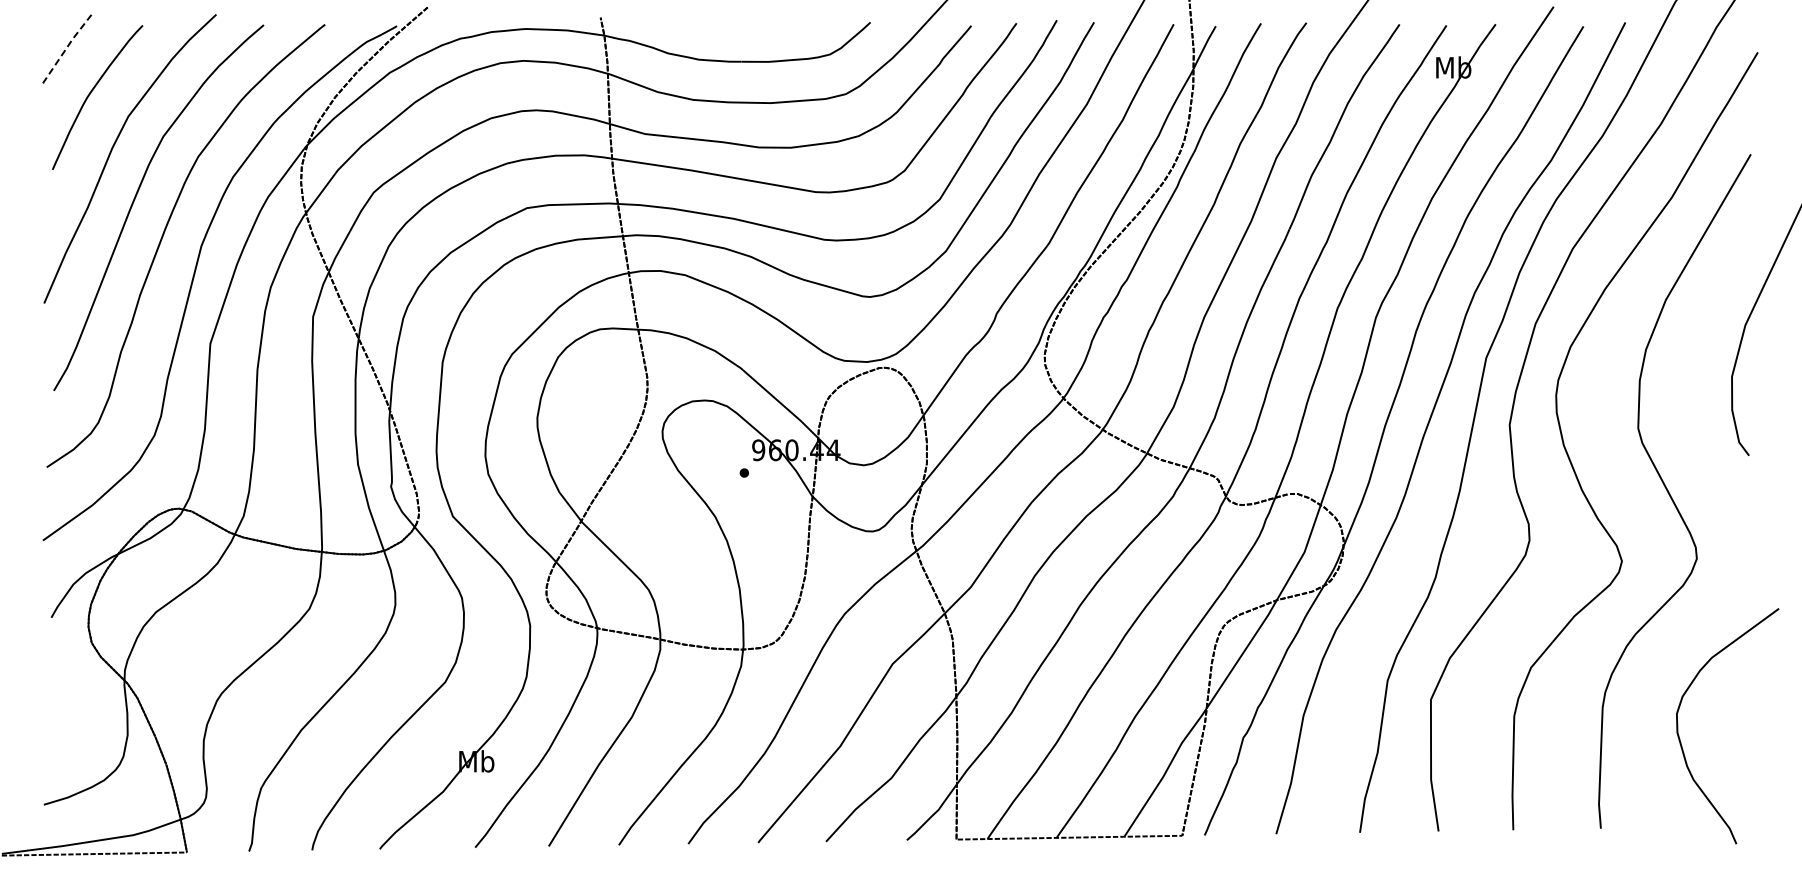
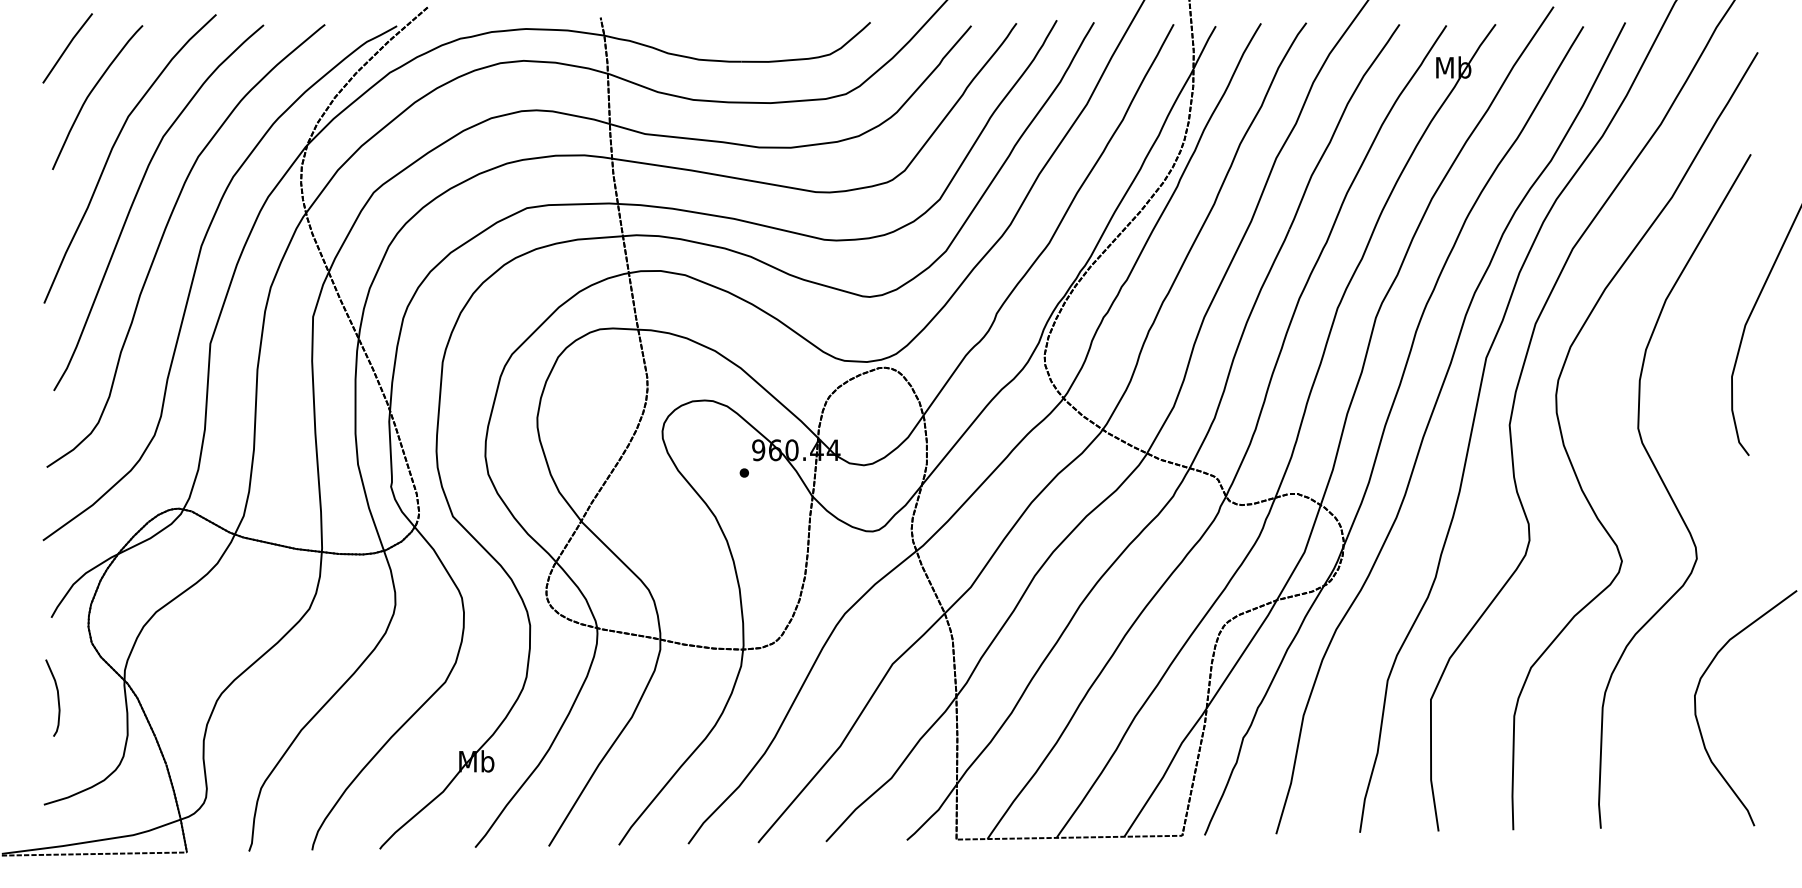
line at (67, 47): dashed -> solid
curve at (57, 697): none -> present
curve at (1680, 738) position: (1680, 738) -> (1698, 720)
